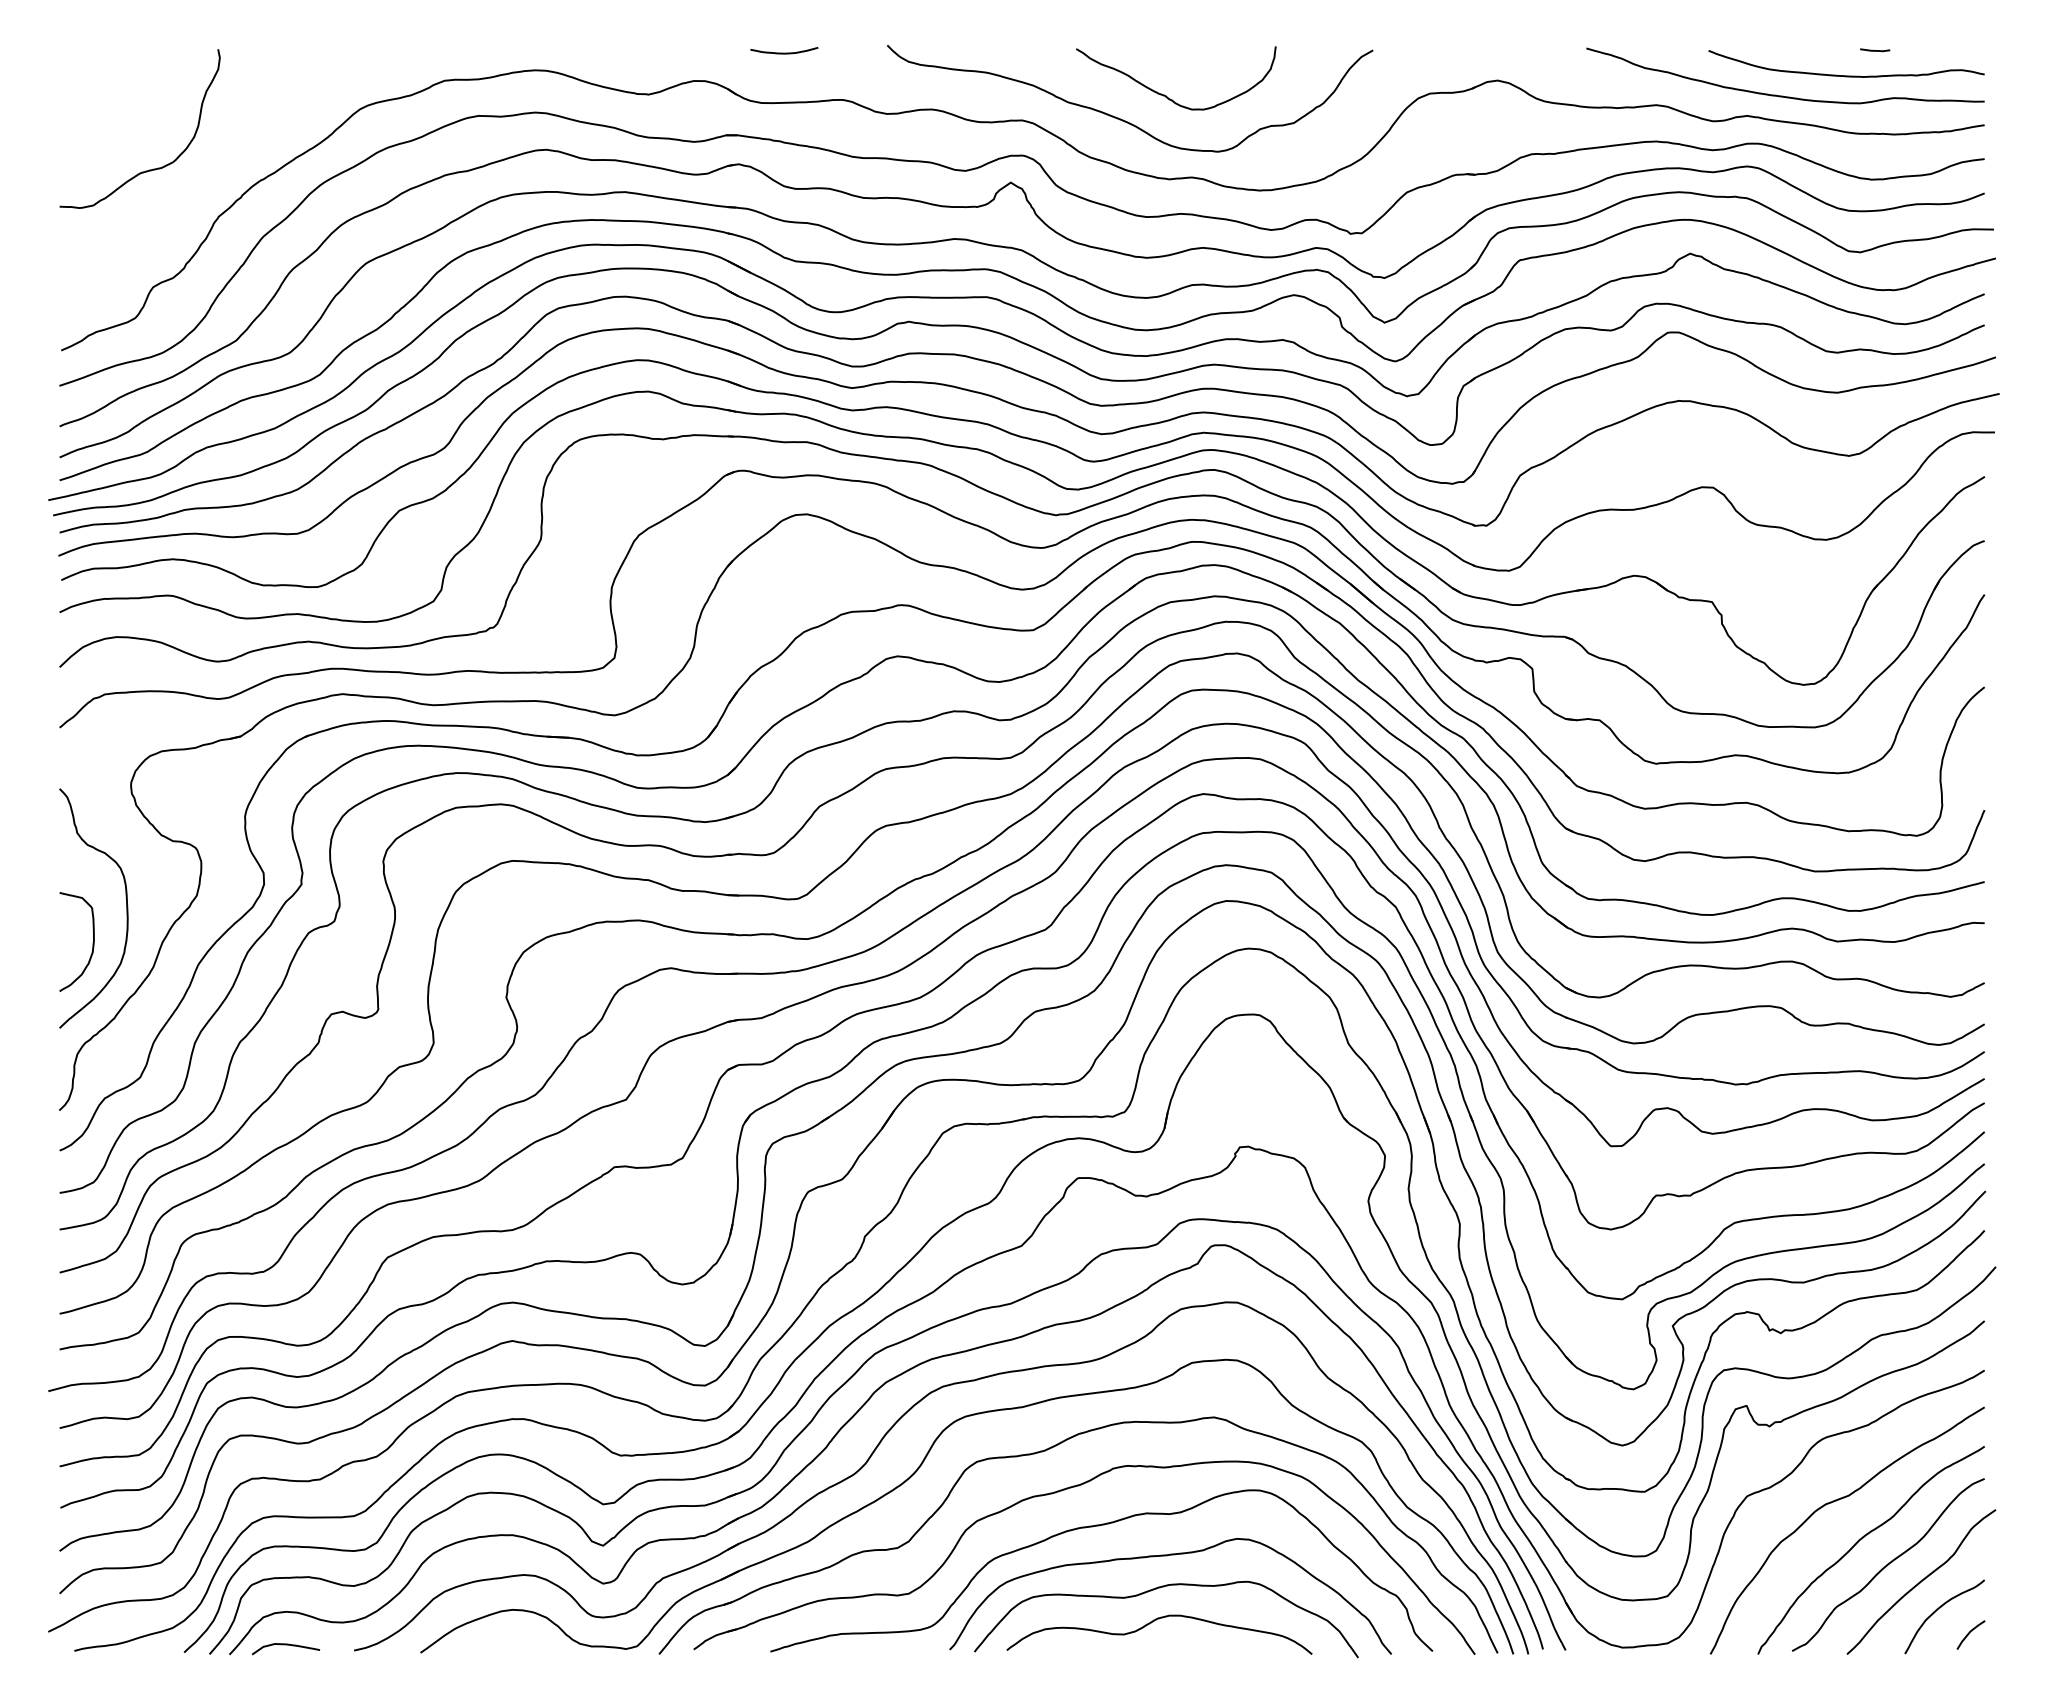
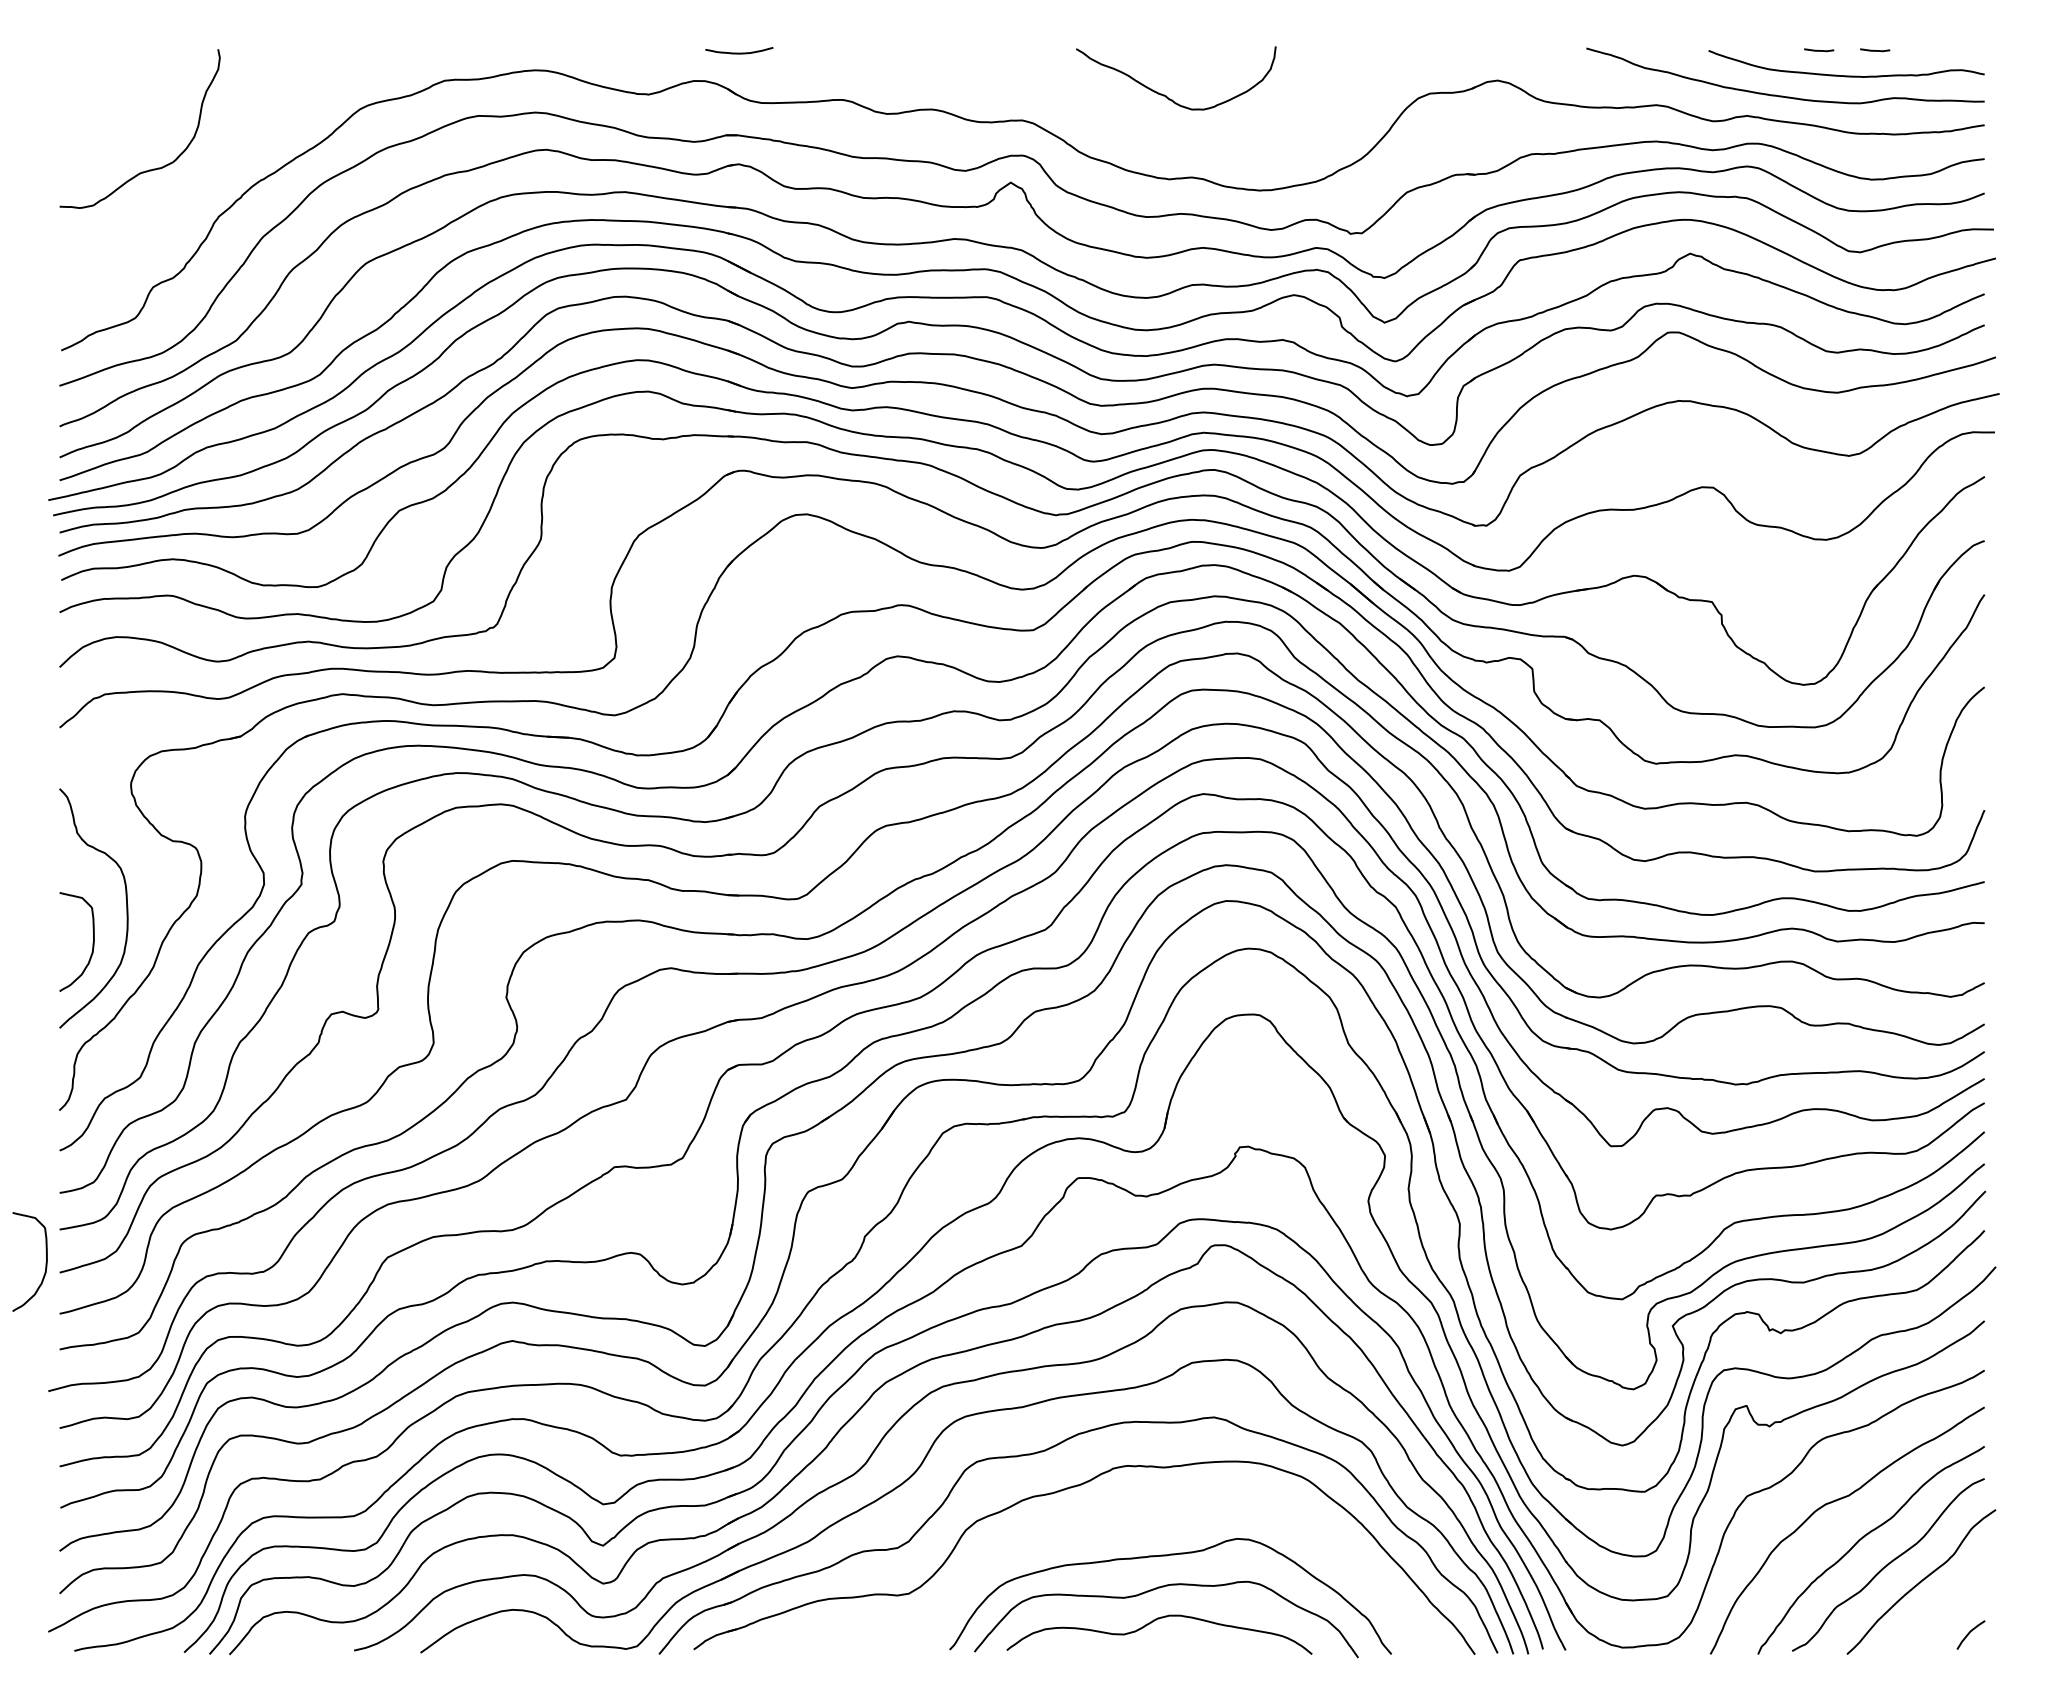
line at (1819, 50): none -> present
curve at (784, 52) position: (784, 52) -> (739, 52)
curve at (1123, 119): present -> none
curve at (45, 1262): none -> present
curve at (1092, 1527): present -> none
curve at (1940, 1608): present -> none
curve at (286, 1645): present -> none
